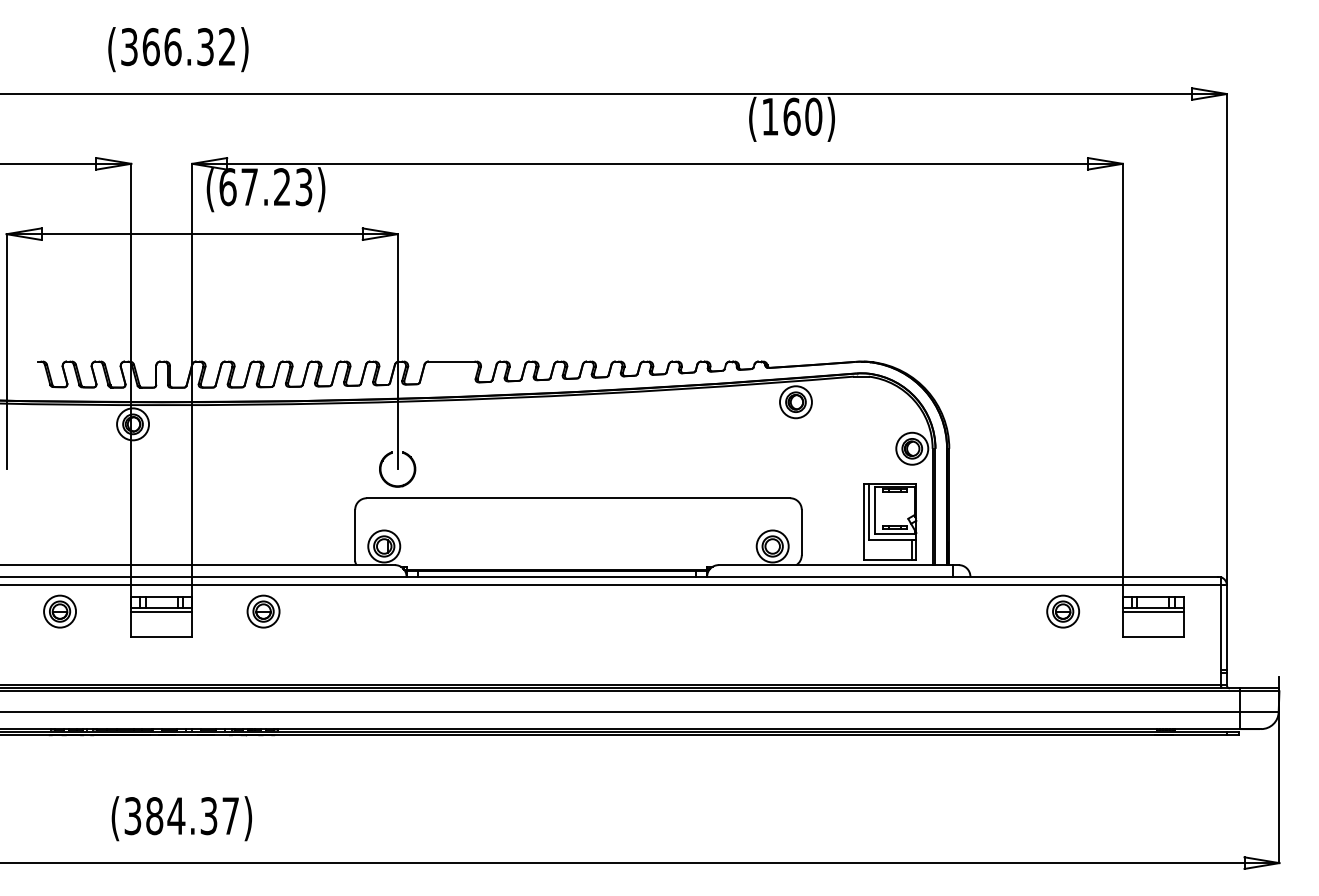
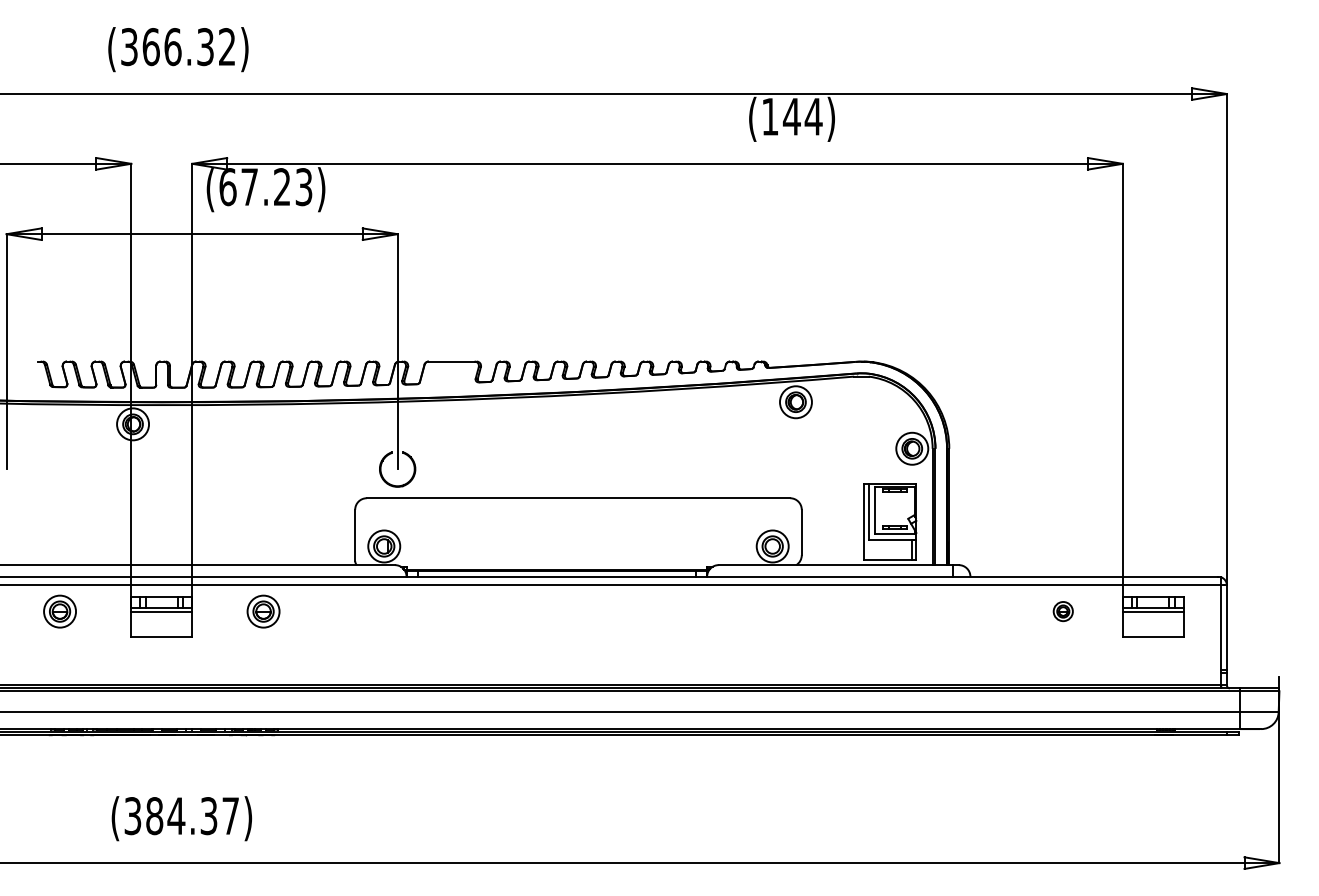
text at (802, 116): (160) -> (144)
part at (1063, 611) size: 35x35 px -> 22x22 px
